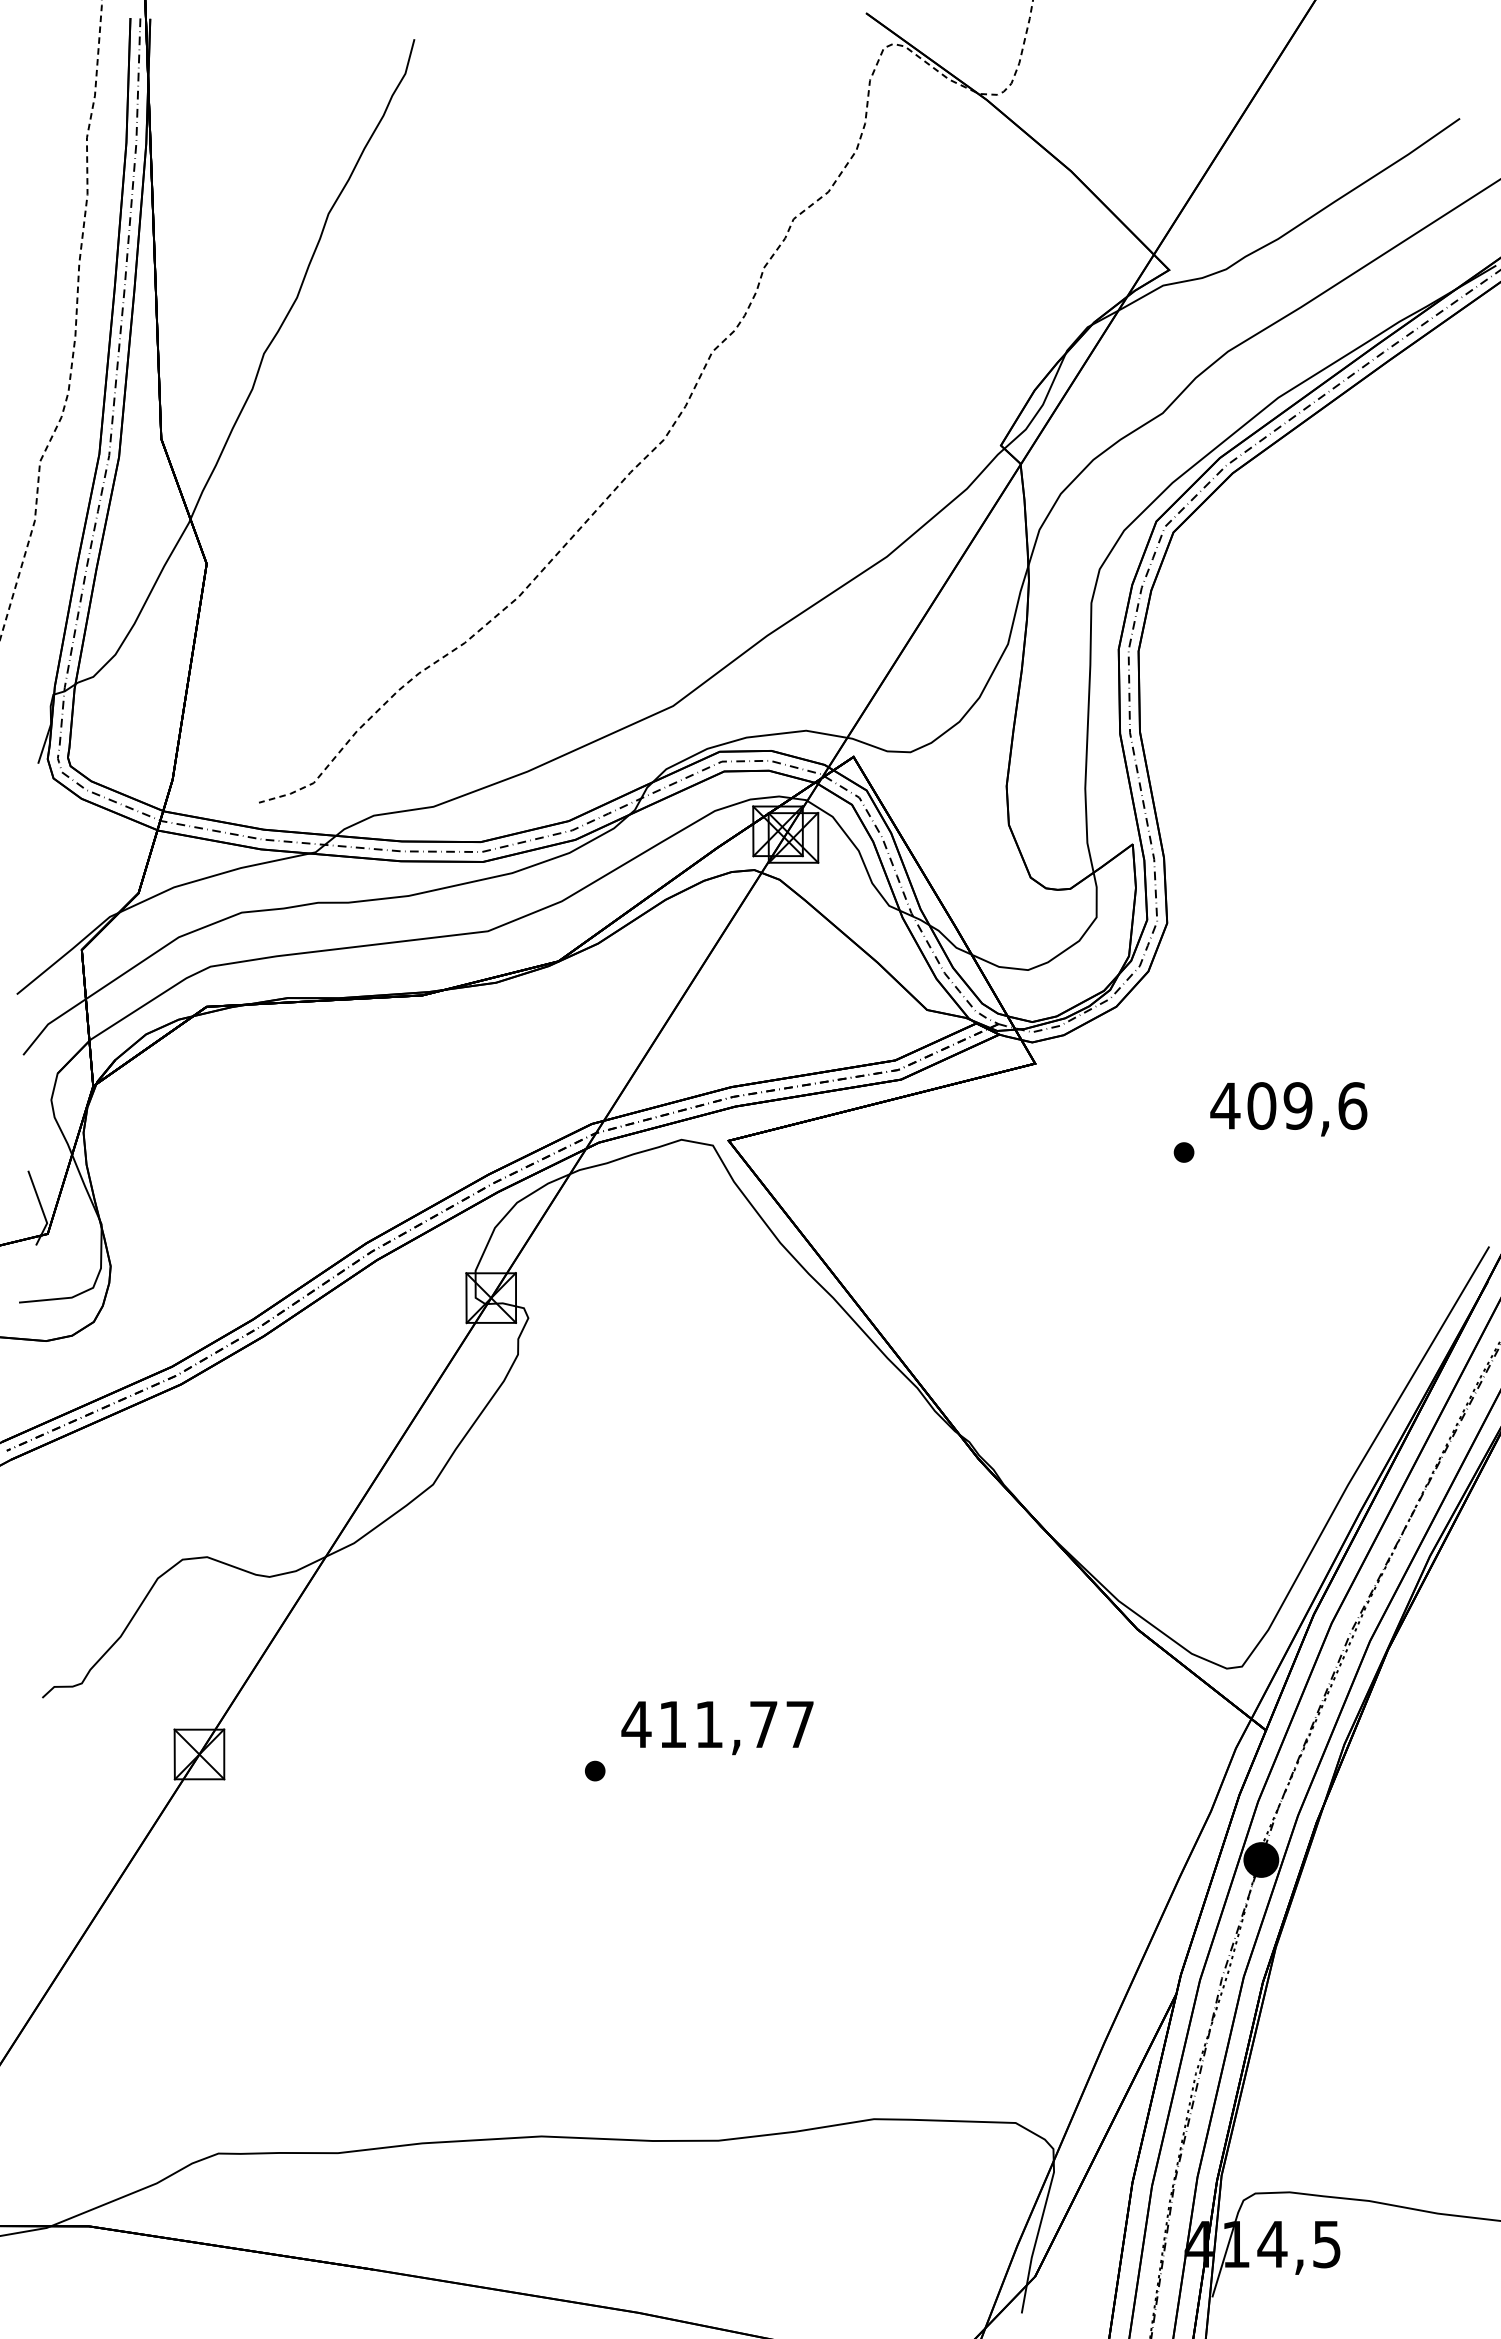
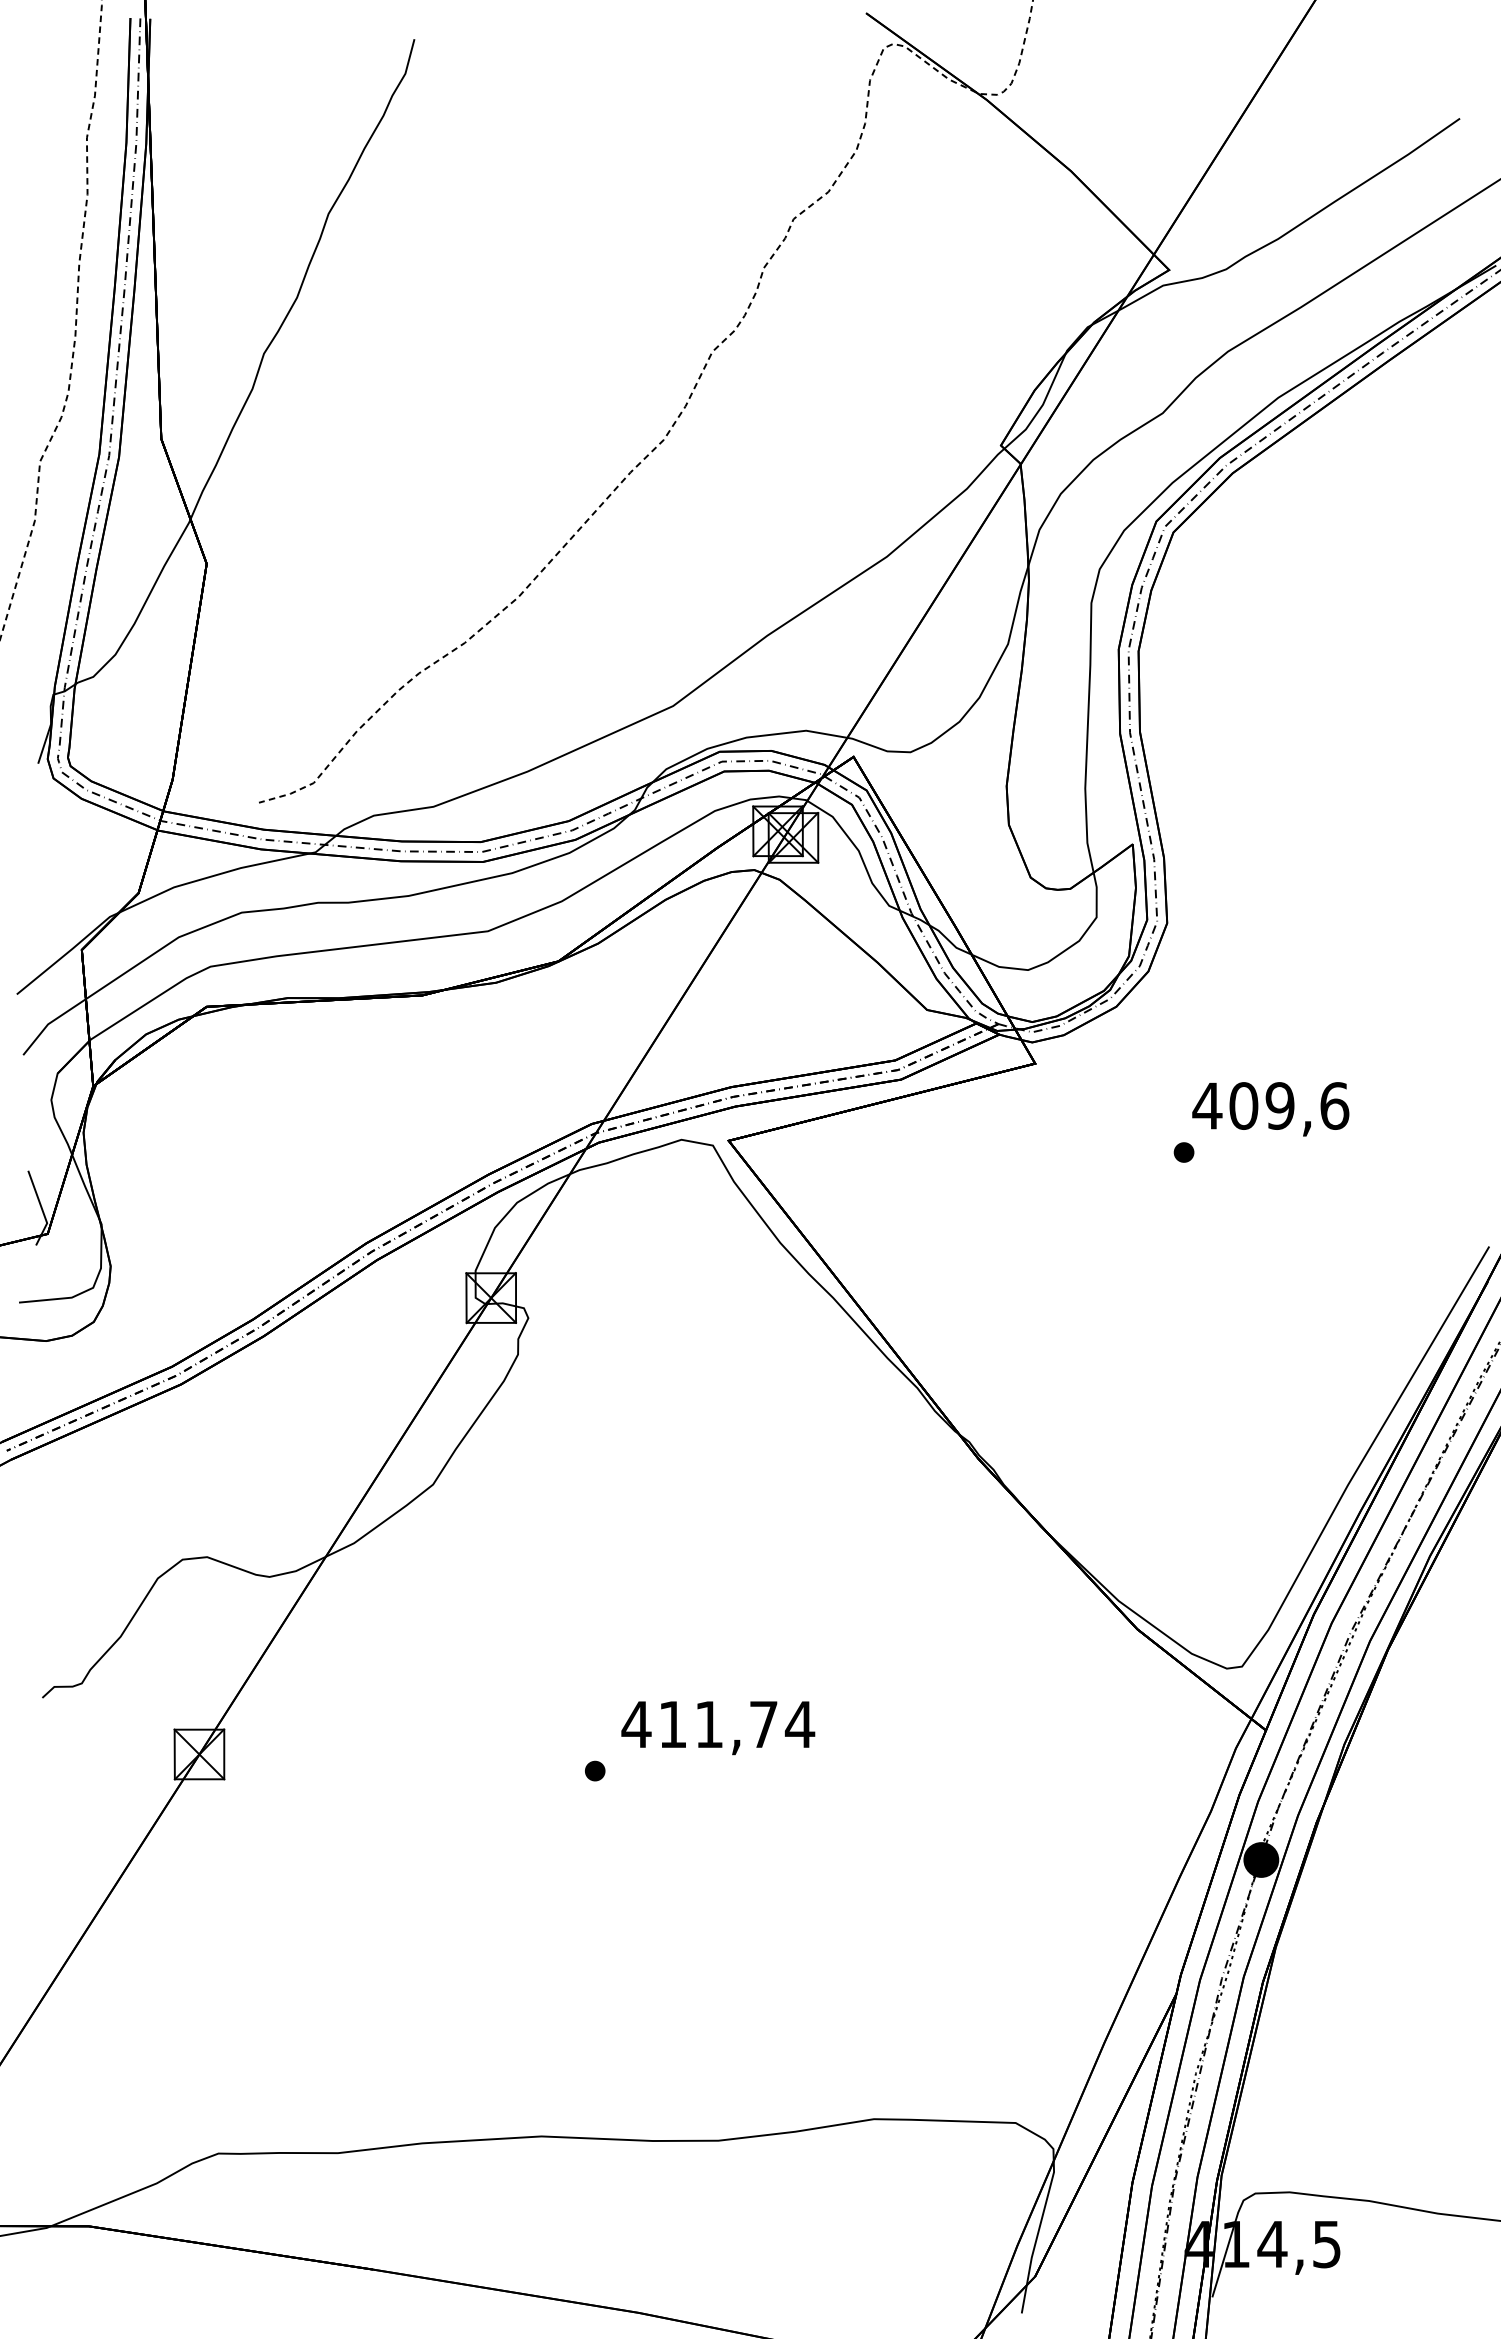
text at (1288, 1109) position: (1288, 1109) -> (1270, 1109)
text at (799, 1724): 411,77 -> 411,74
